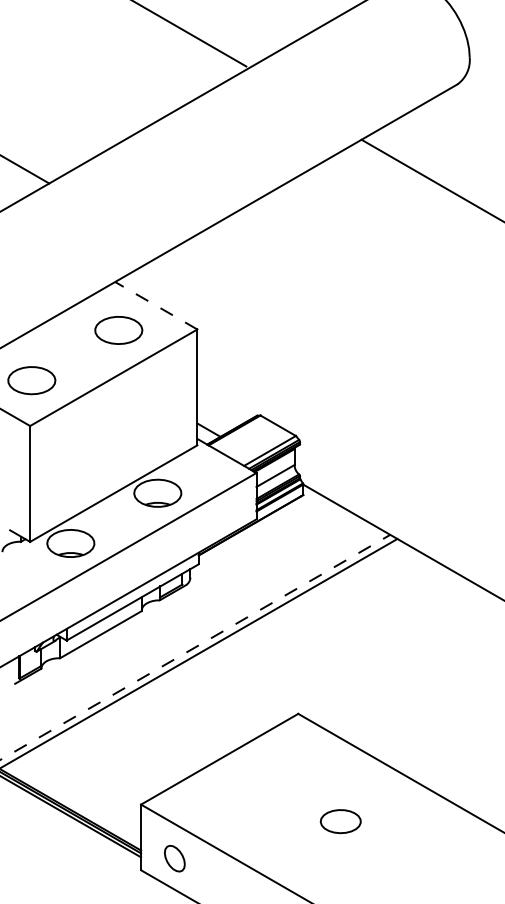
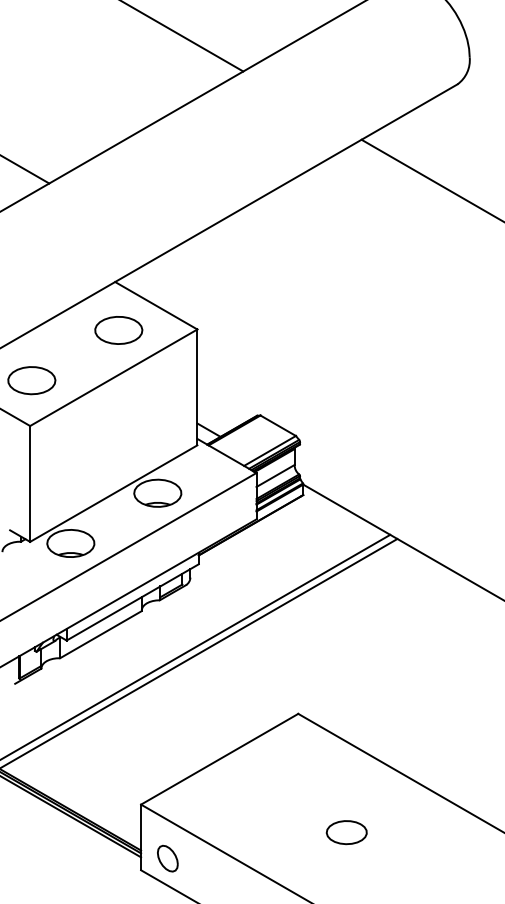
line at (190, 34) position: (190, 34) -> (183, 36)
line at (155, 305): dashed -> solid
line at (195, 647): dashed -> solid
part at (340, 821) position: (340, 821) -> (346, 832)
part at (174, 858) position: (174, 858) -> (167, 858)
